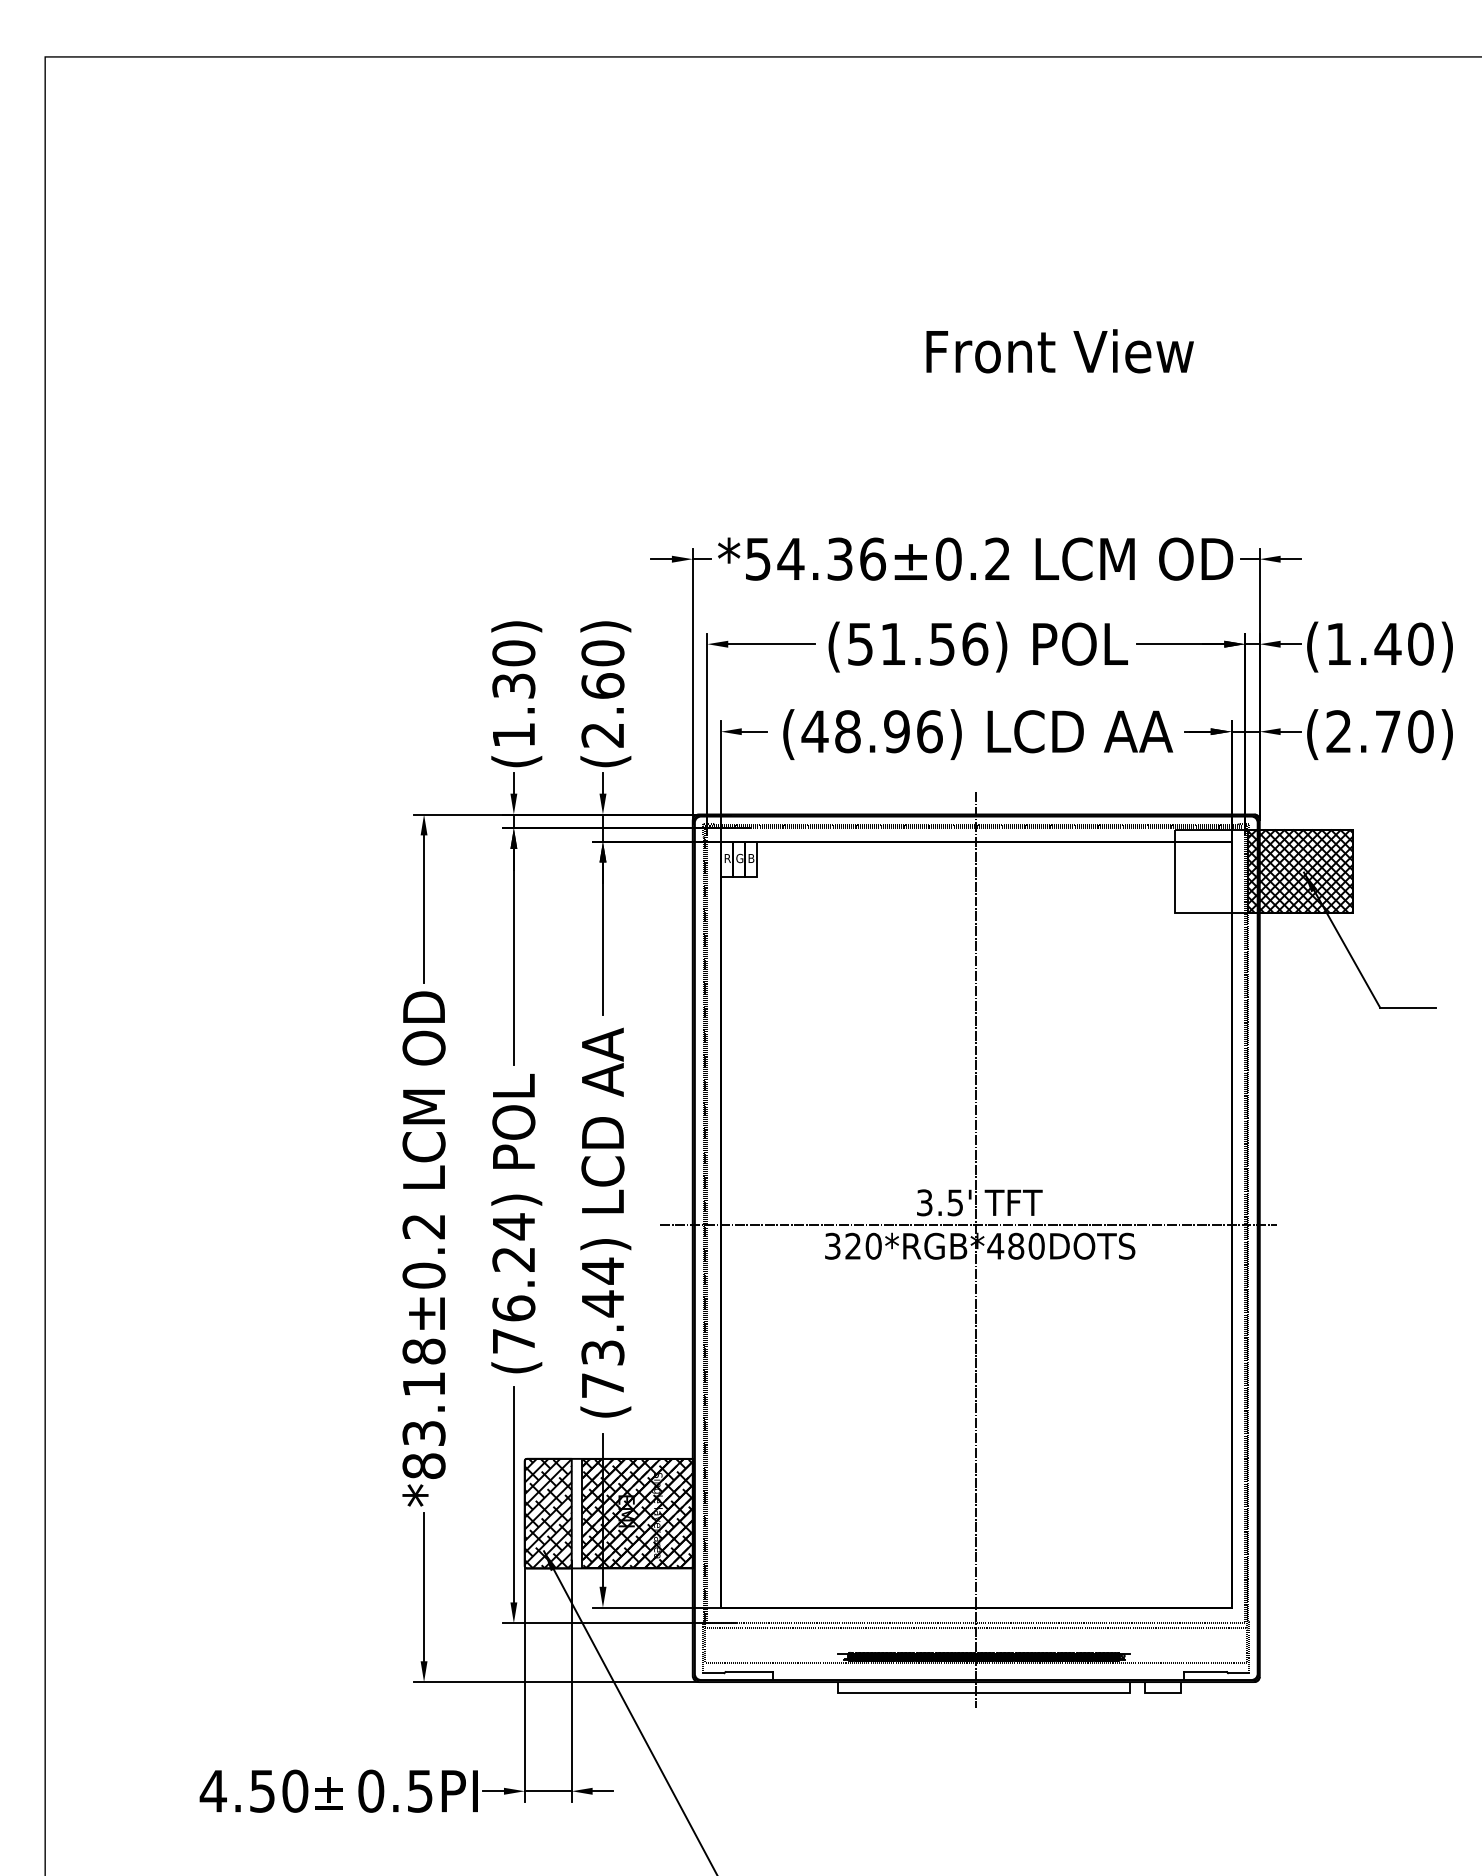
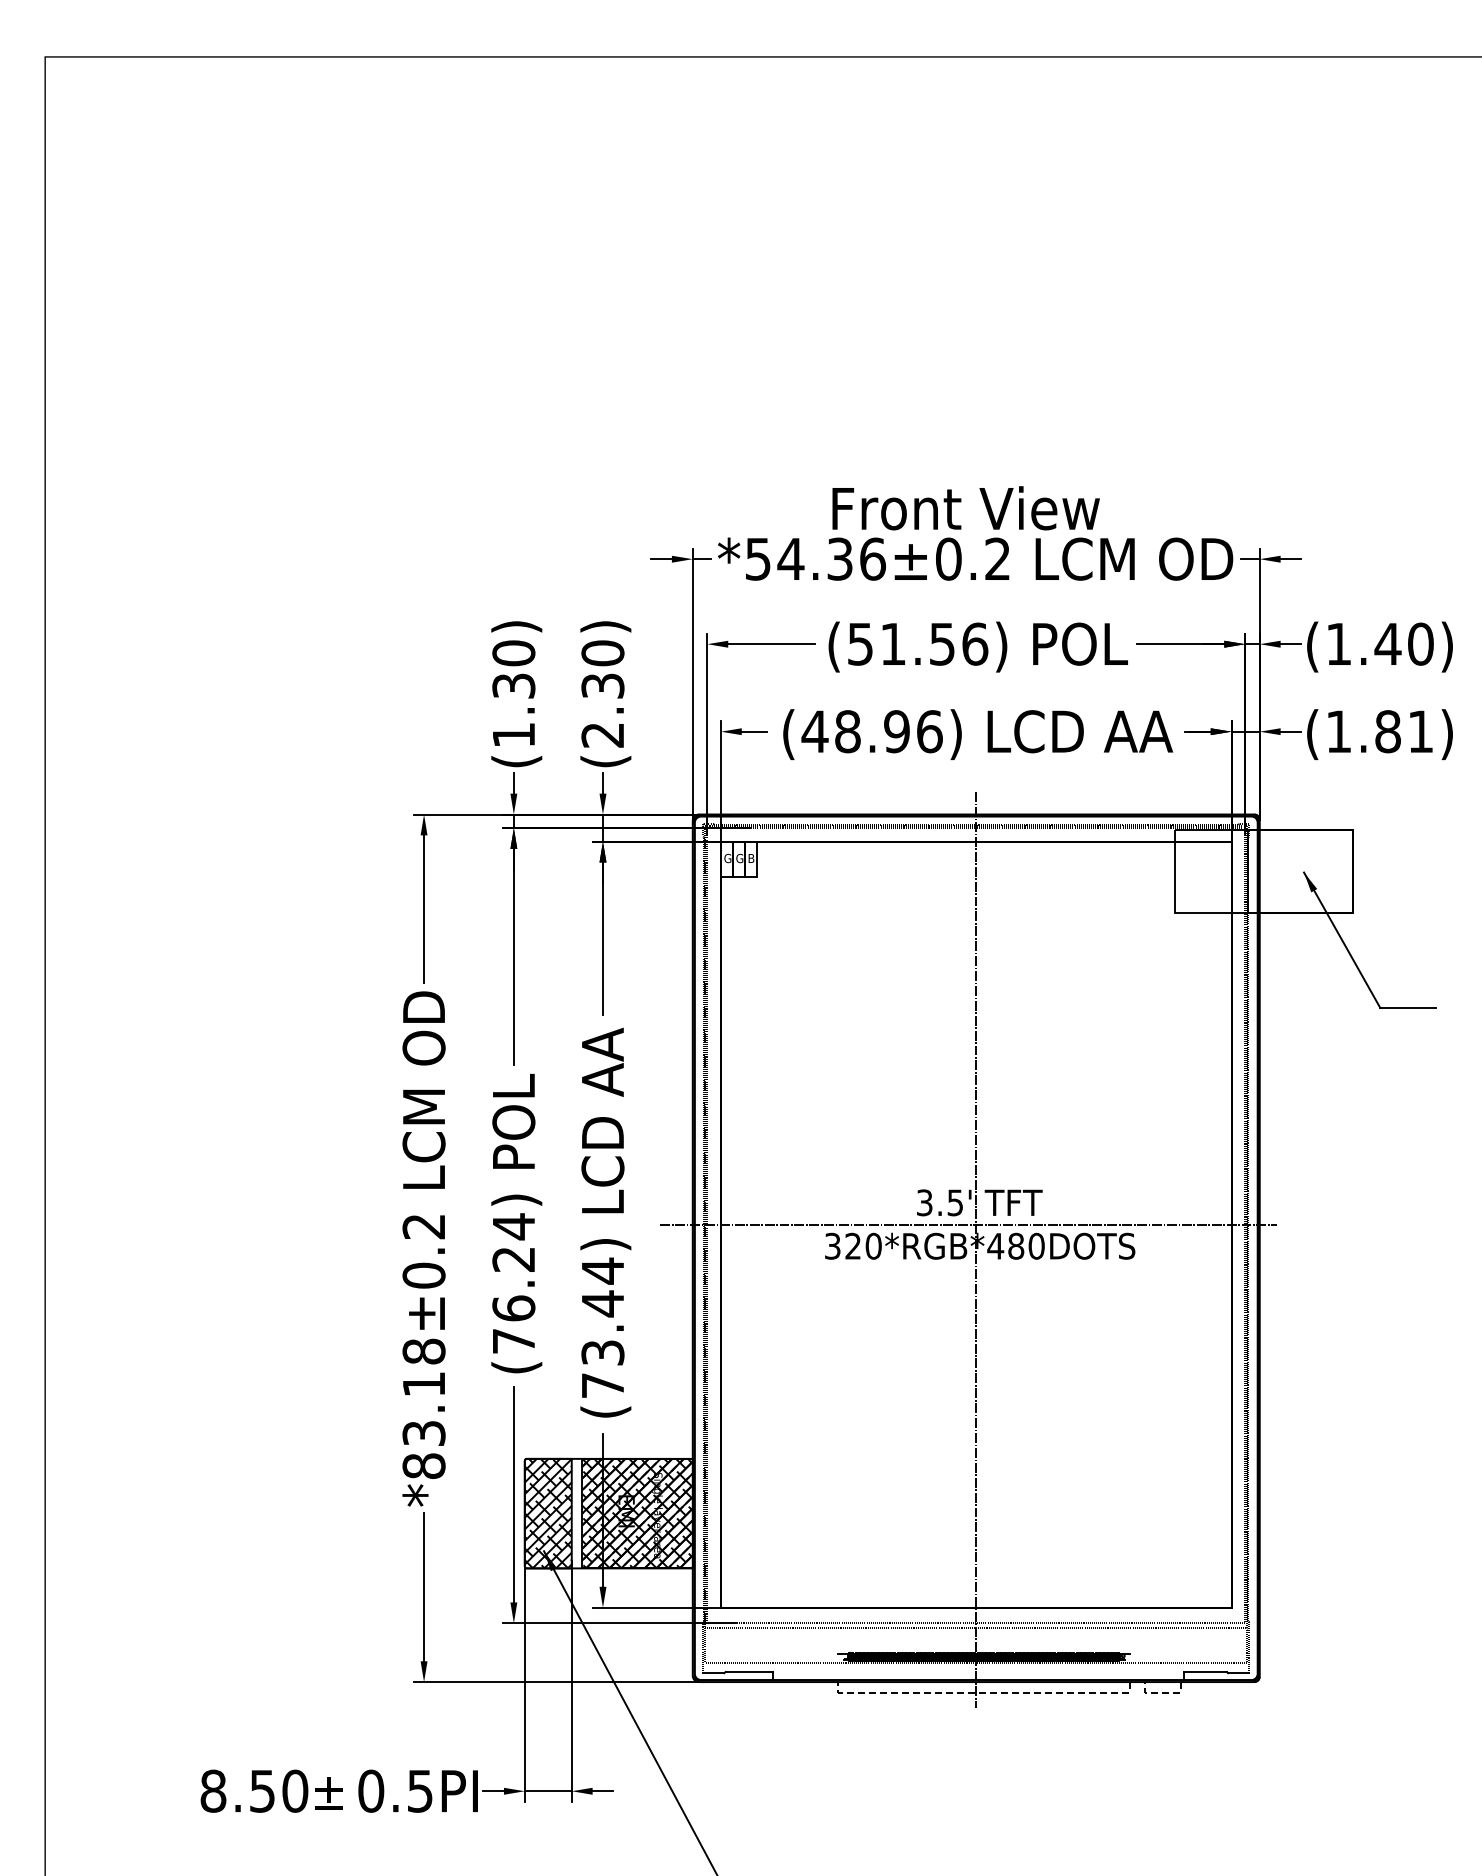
text at (1059, 351) position: (1059, 351) -> (965, 508)
text at (602, 685): (2.60) -> (2.30)
text at (1379, 731): (2.70) -> (1.81)
text at (727, 858): R -> G
hatch at (1300, 871): present -> none
line at (984, 1692): solid -> dashed
line at (1162, 1692): solid -> dashed
text at (212, 1790): 4.50 -> 8.50
